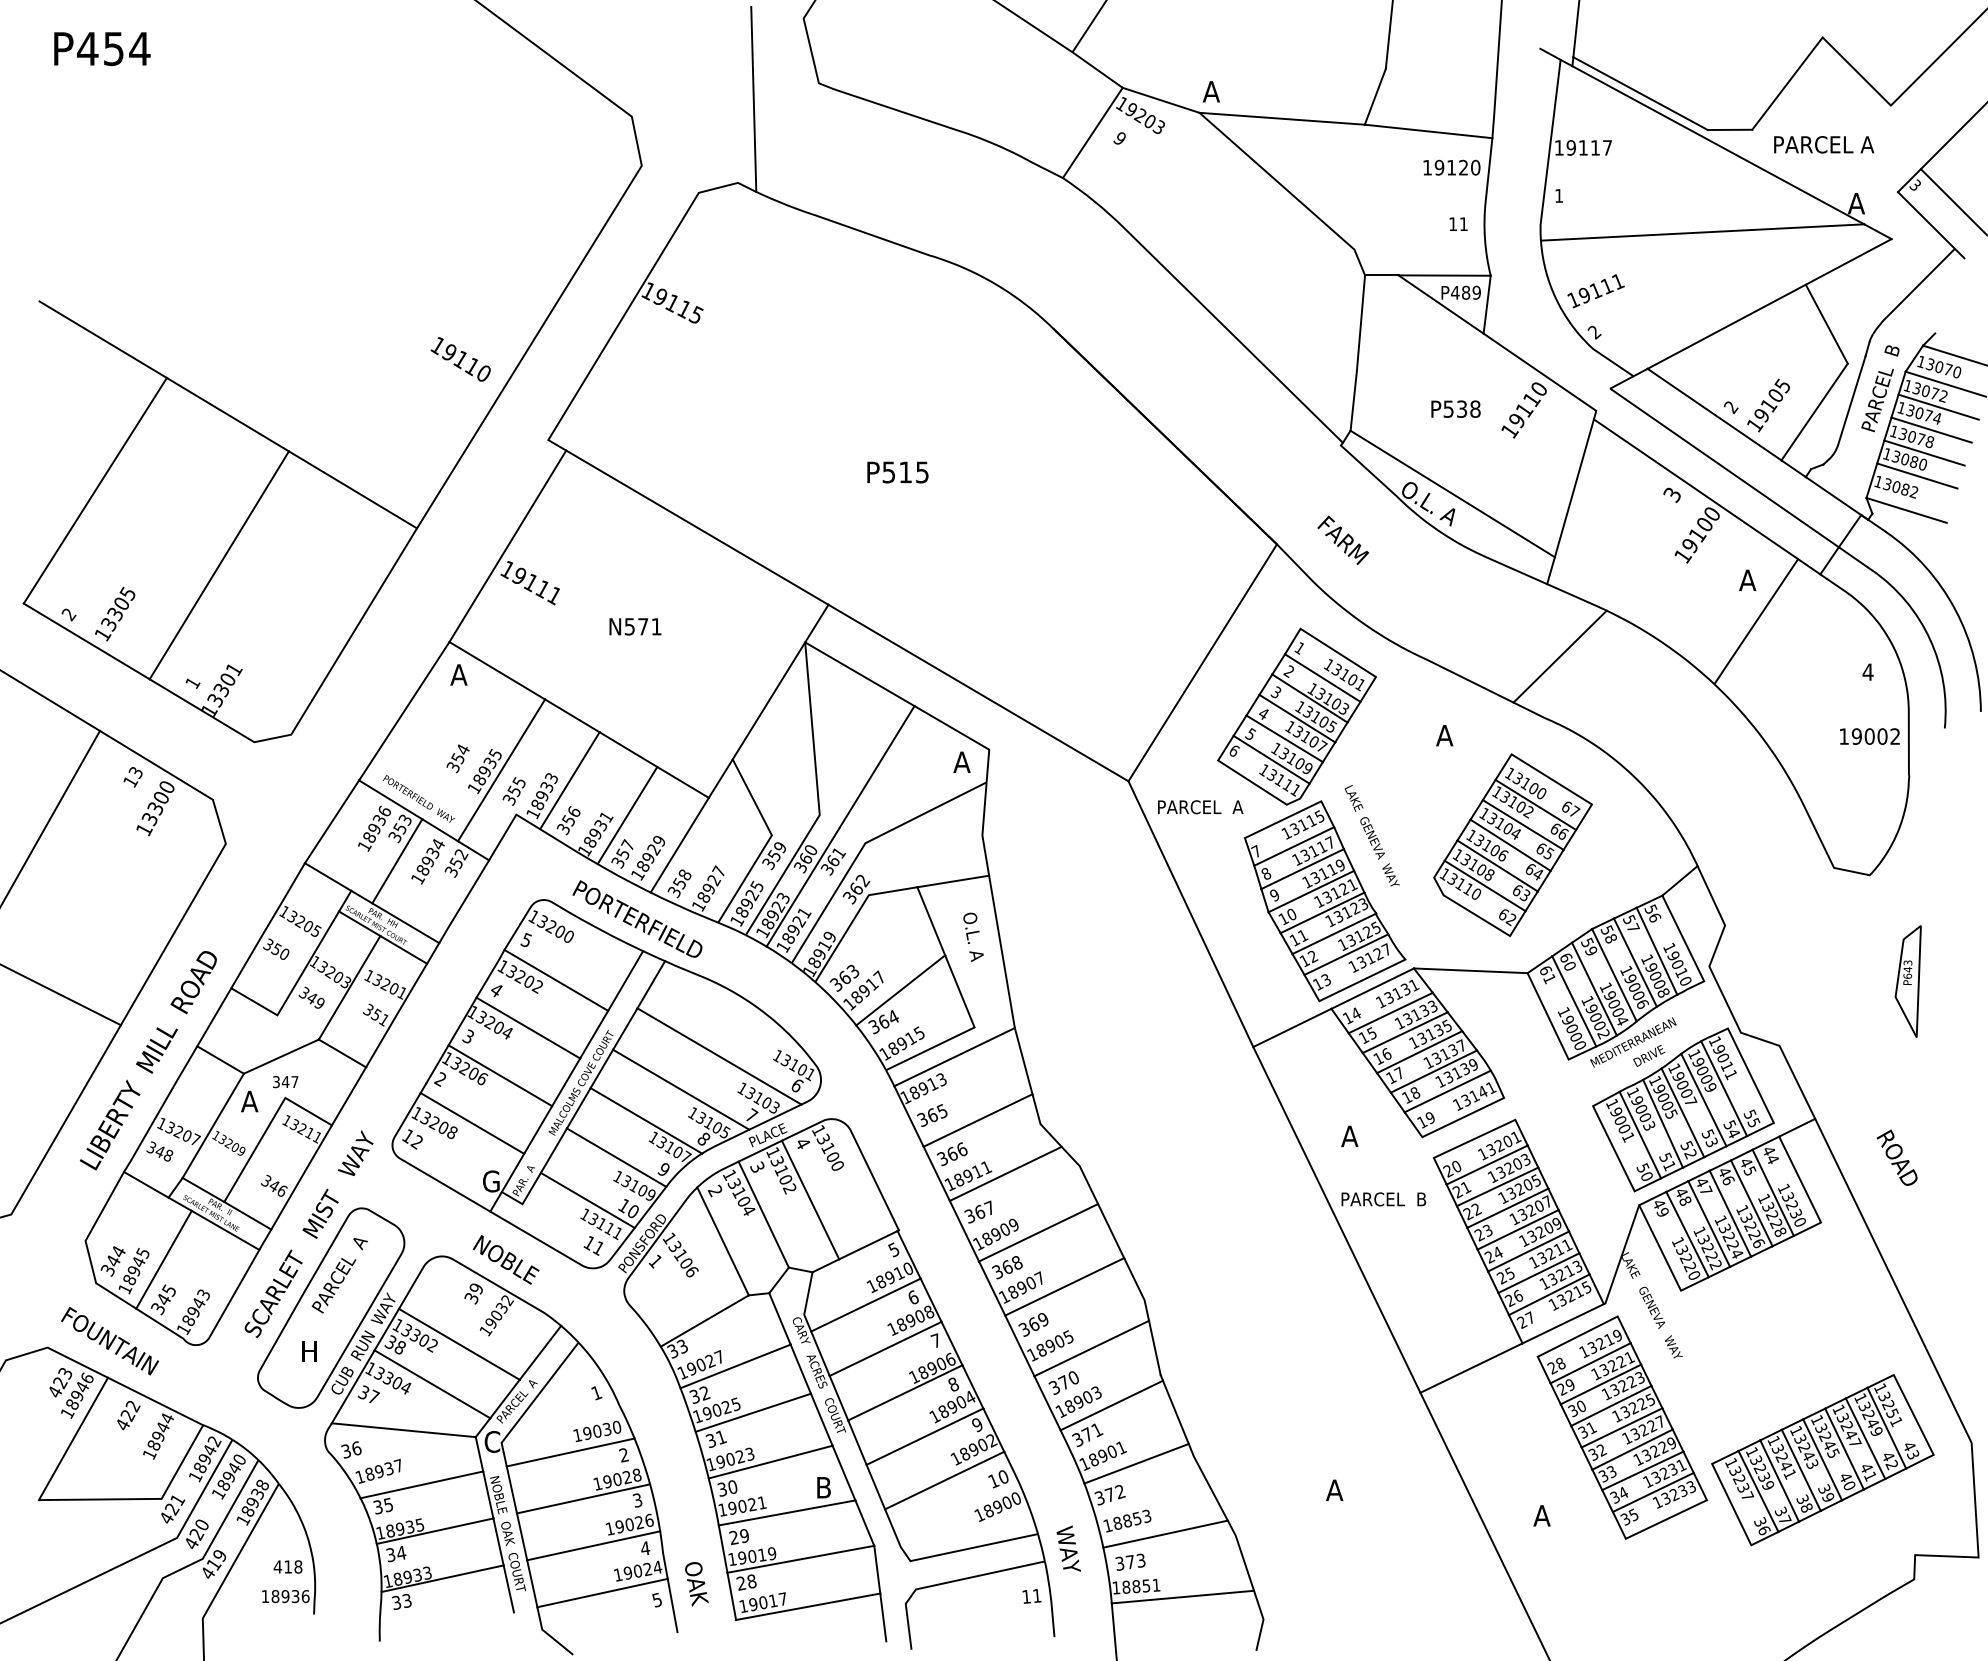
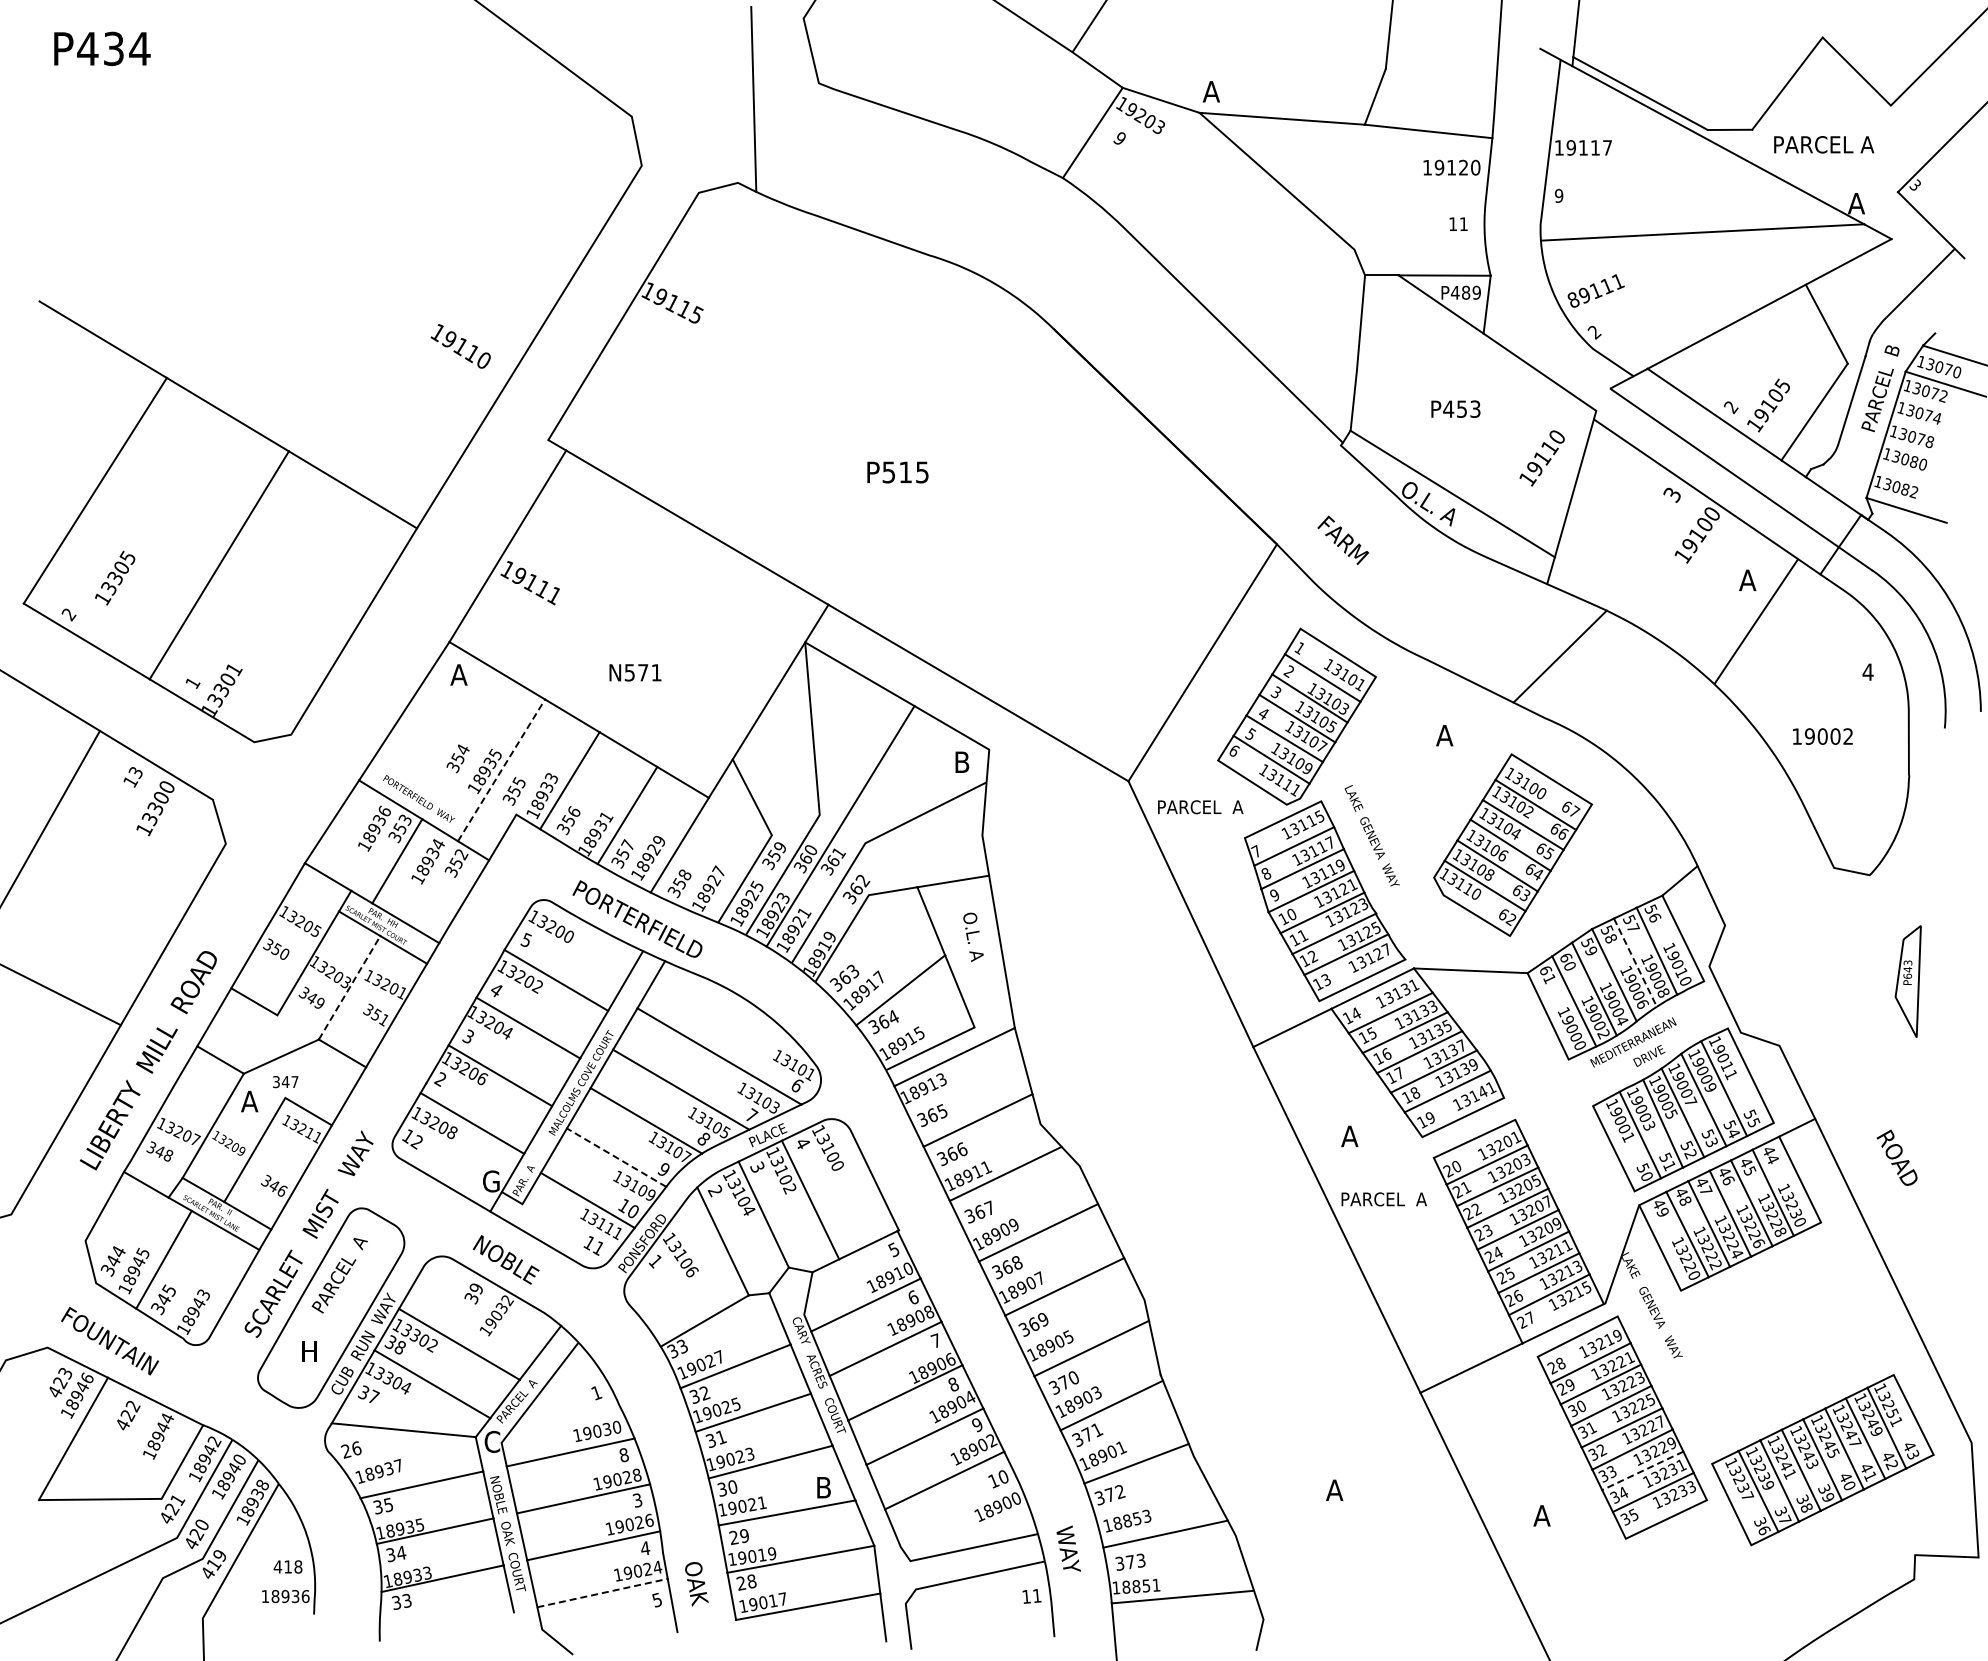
text at (113, 48): P454 -> P434
text at (1558, 195): 1 -> 9
line at (1952, 200): present -> none
text at (1573, 300): 19111 -> 89111
text at (460, 359) position: (460, 359) -> (460, 346)
line at (1938, 406): present -> none
text at (1461, 408): P538 -> P453
text at (1523, 410) position: (1523, 410) -> (1541, 458)
line at (1931, 429): present -> none
line at (1924, 452): present -> none
line at (1917, 475): present -> none
text at (115, 613) position: (115, 613) -> (115, 577)
text at (635, 626) position: (635, 626) -> (635, 672)
text at (1869, 736) position: (1869, 736) -> (1822, 736)
text at (961, 761): A -> B
line at (501, 769): solid -> dashed
line at (1635, 963): solid -> dashed
line at (349, 987): solid -> dashed
line at (616, 1157): solid -> dashed
text at (1421, 1199): PARCEL  B -> PARCEL  A
text at (346, 1451): 36 -> 26
text at (623, 1455): 2 -> 8
line at (1642, 1470): solid -> dashed
line at (602, 1593): solid -> dashed
